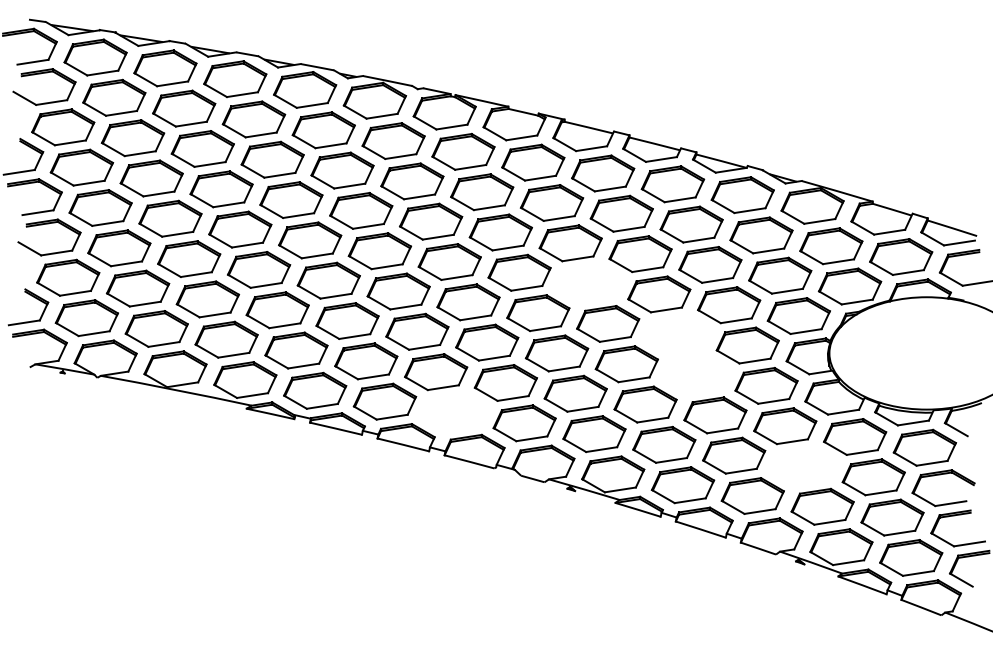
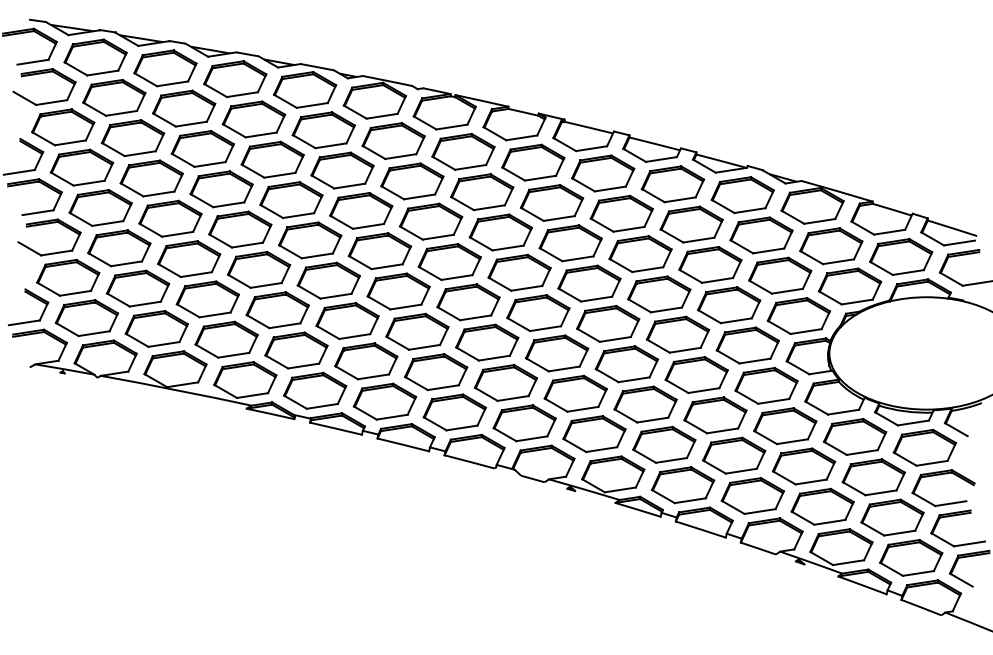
part at (589, 283): none -> present
part at (686, 354): none -> present
part at (454, 412): none -> present
part at (803, 466): none -> present
